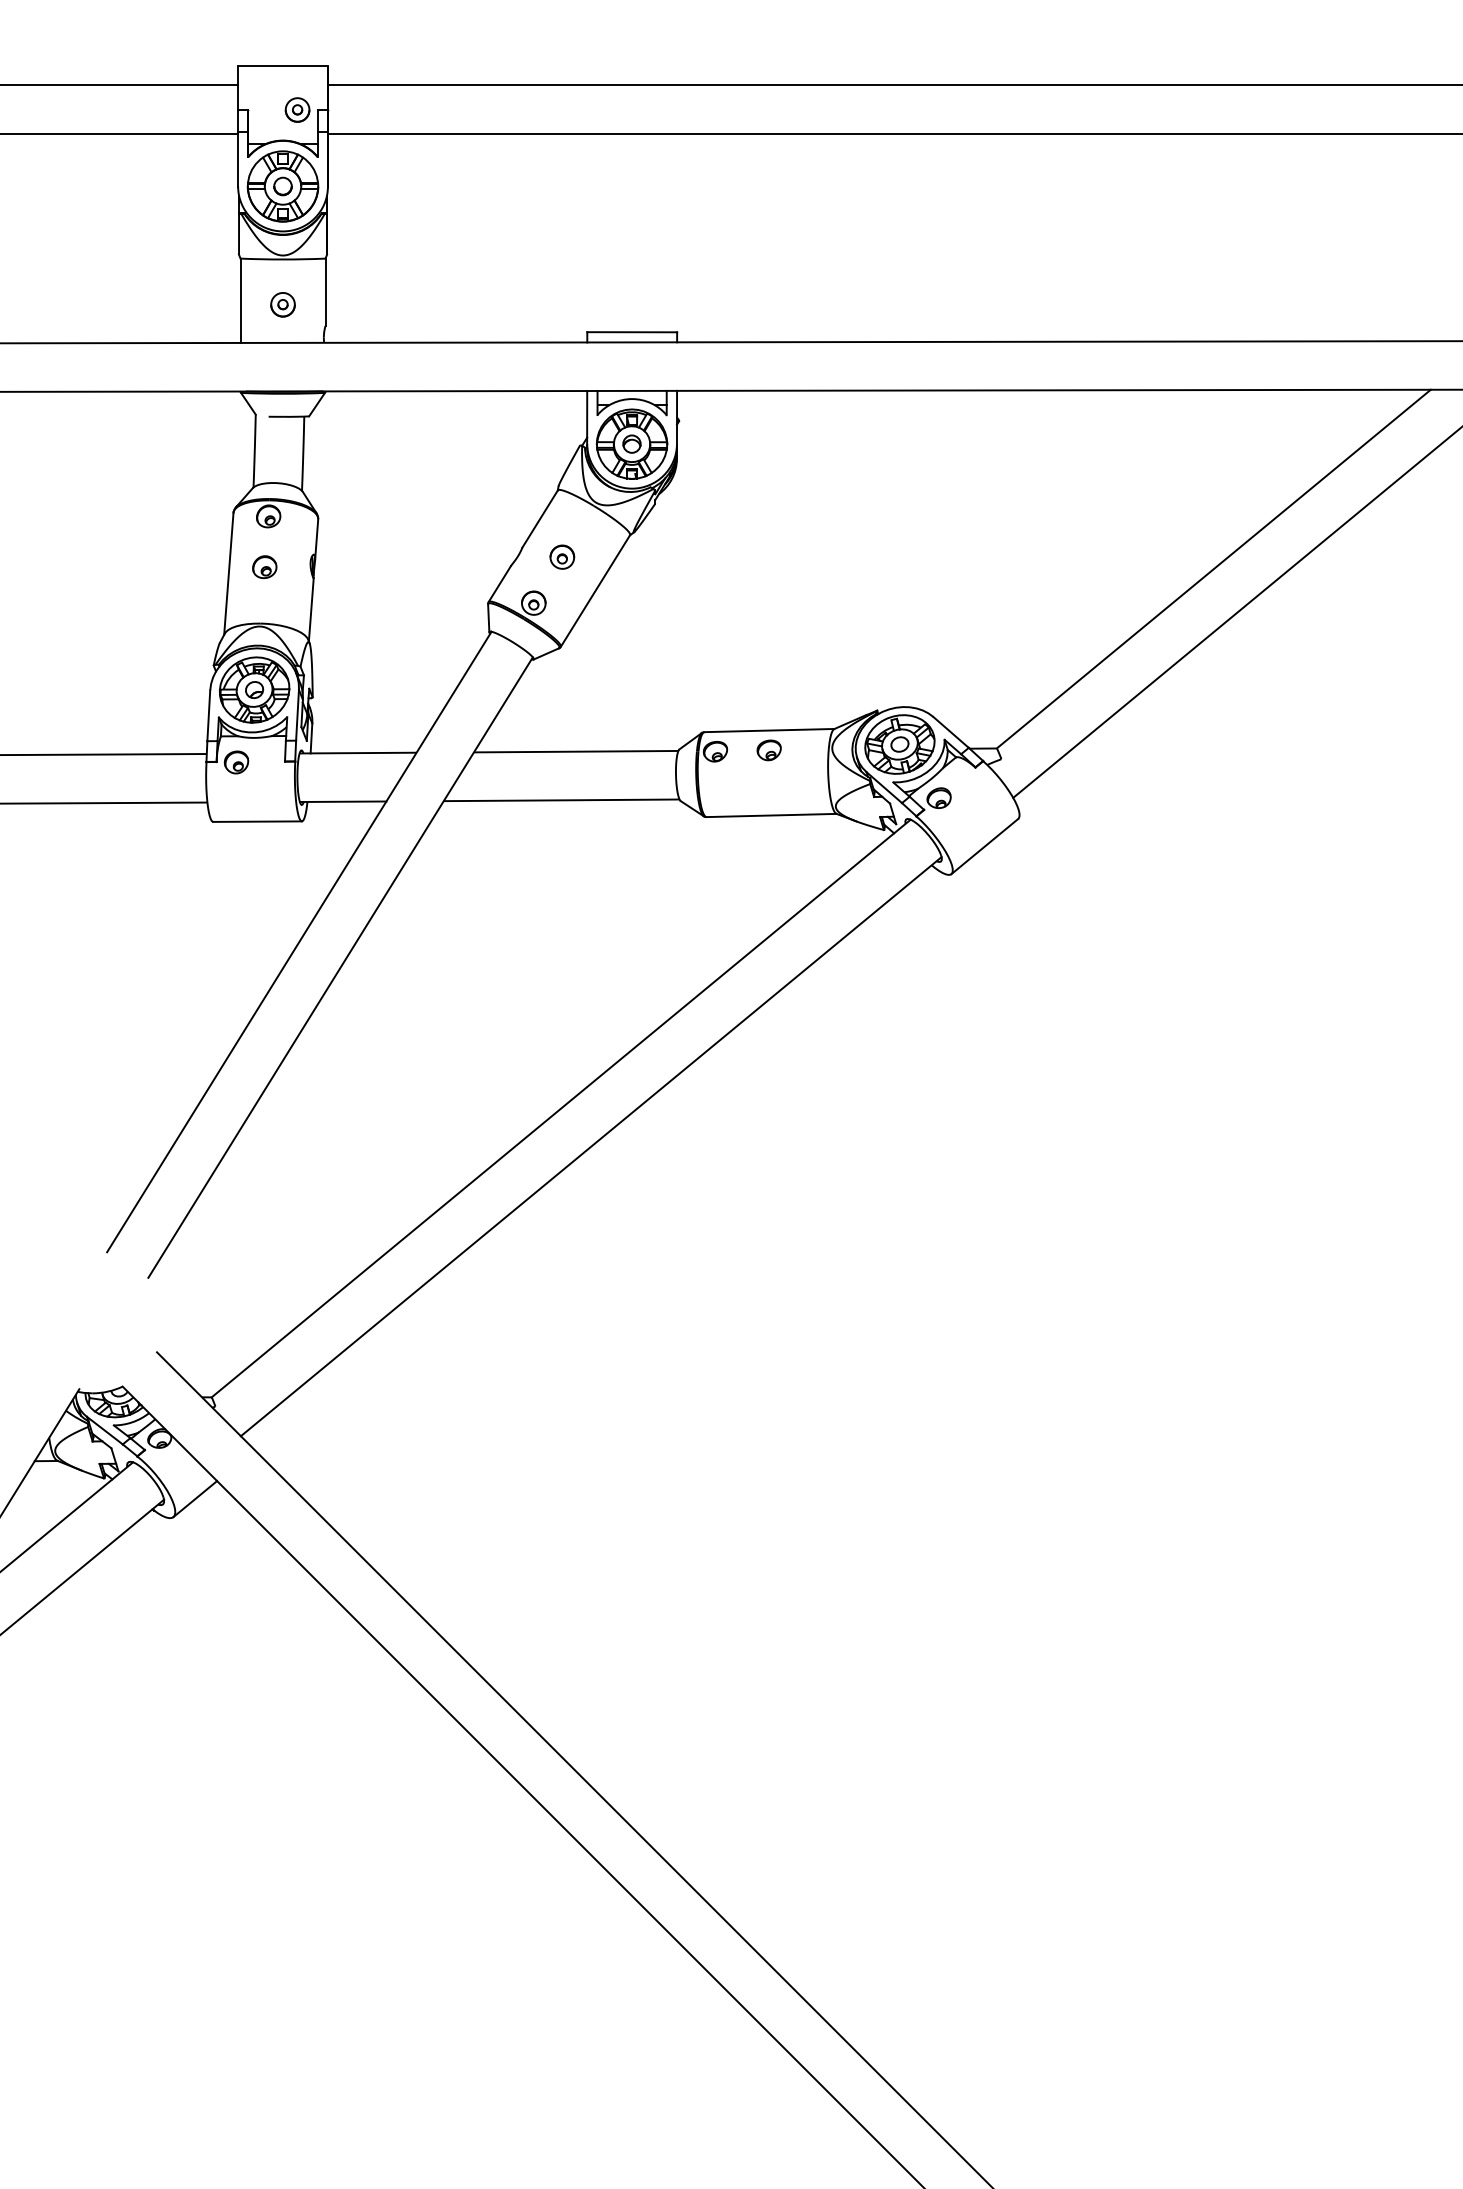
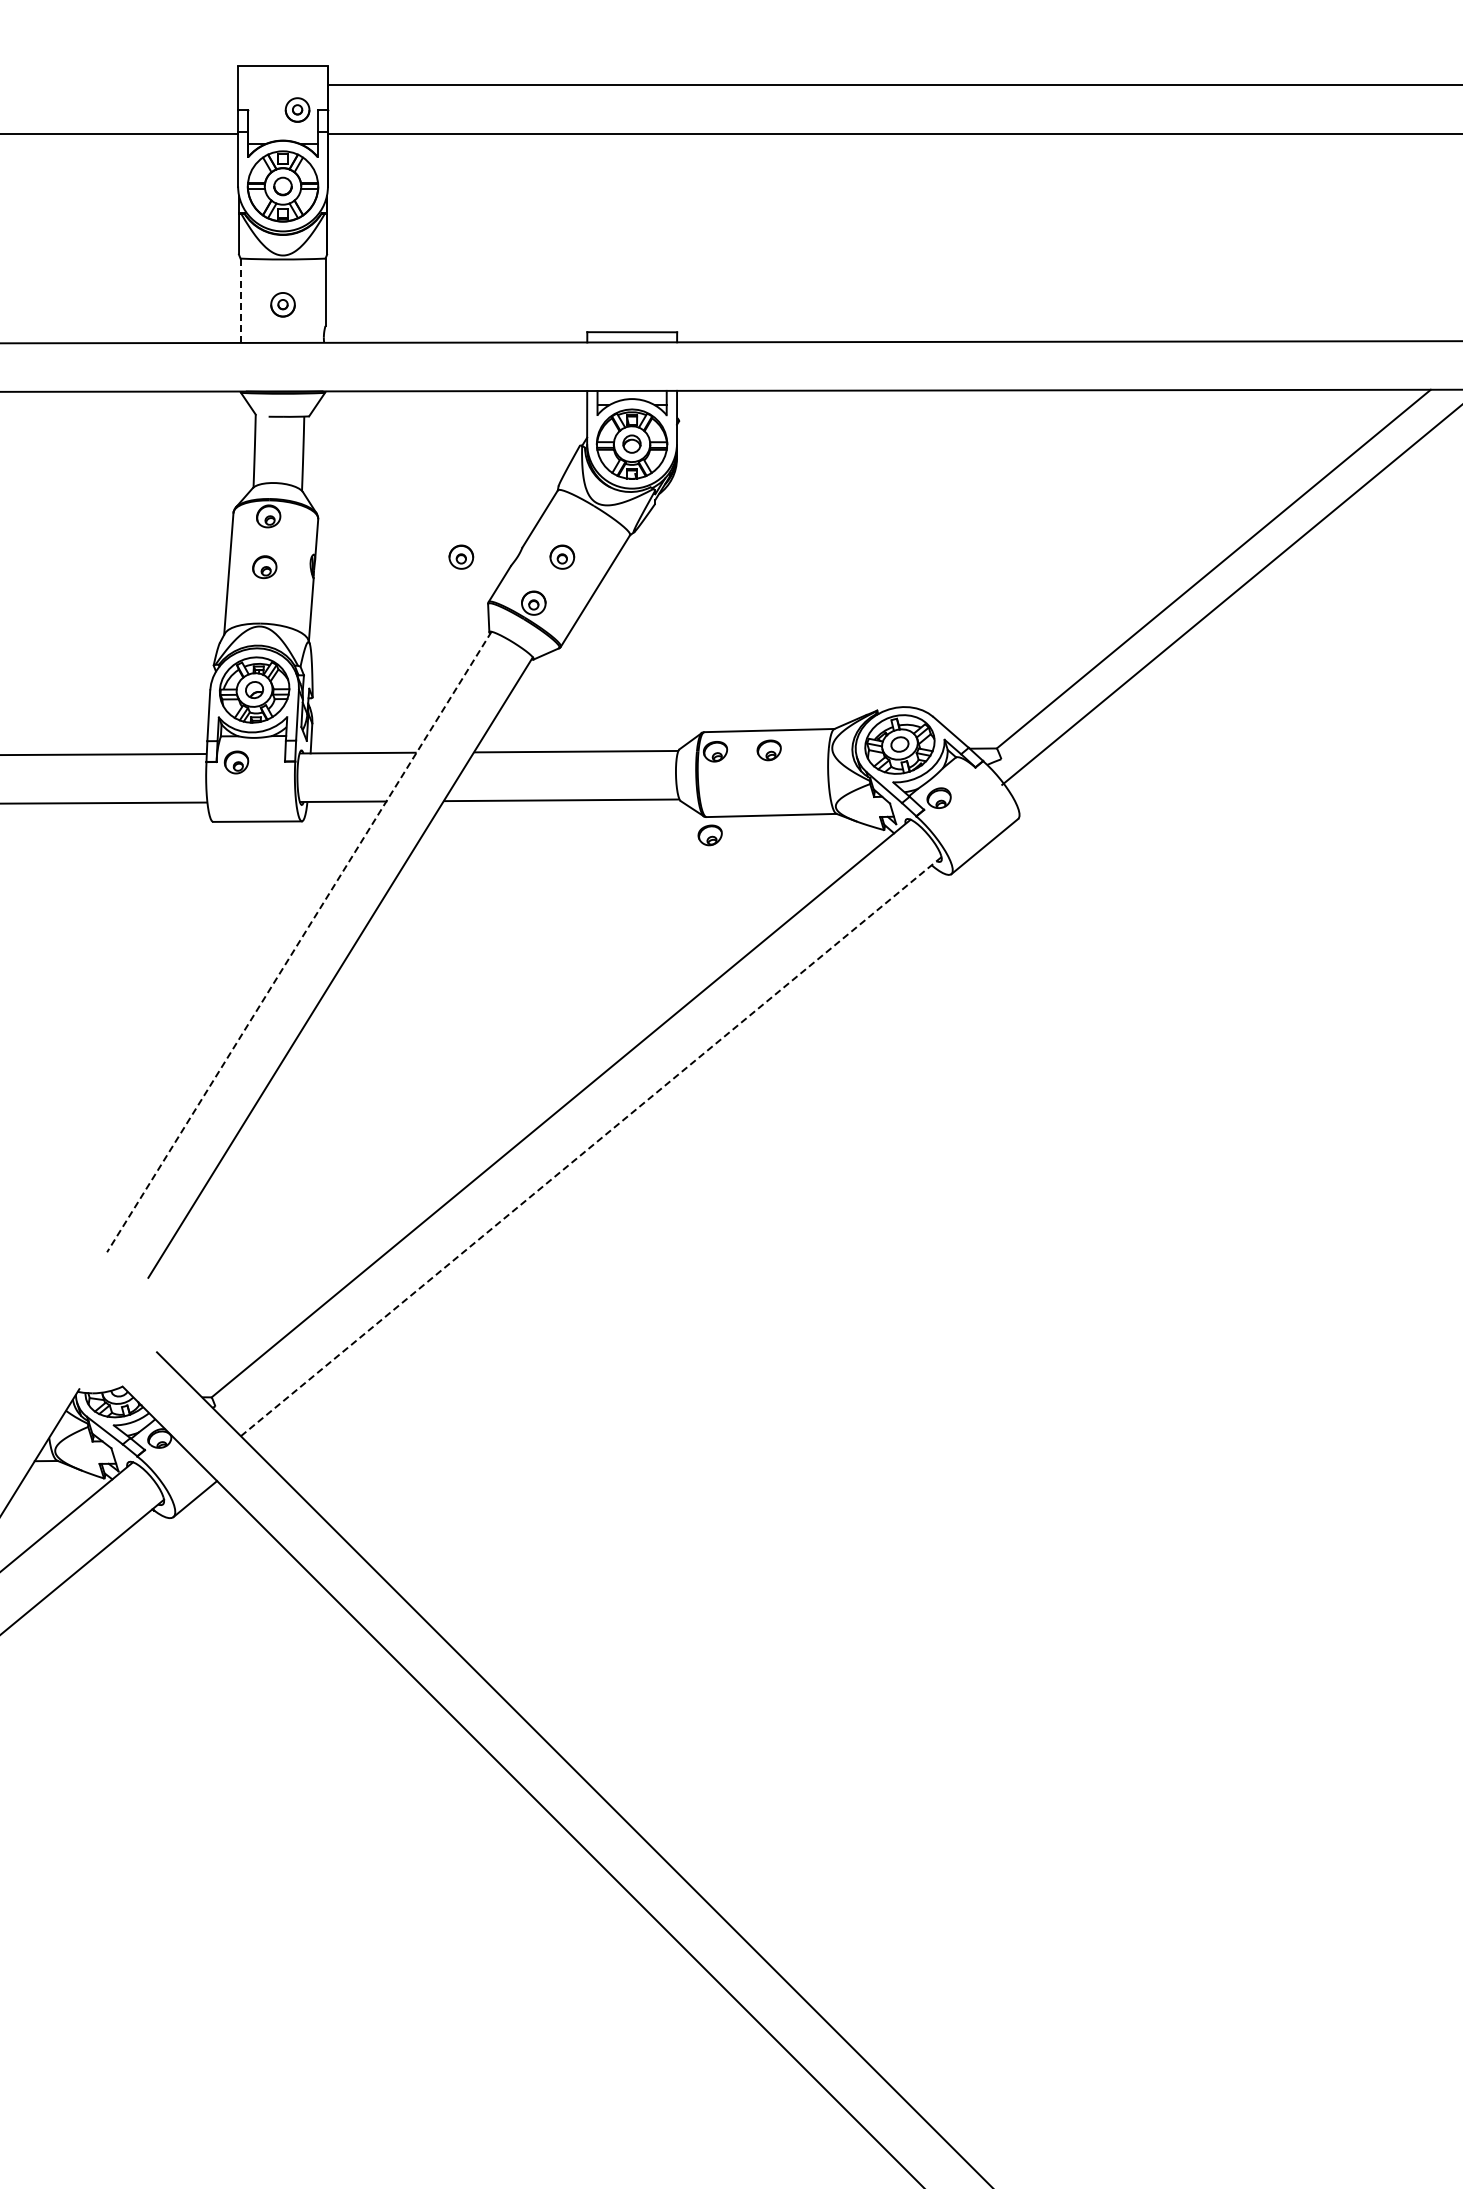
line at (120, 85): present -> none
line at (240, 301): solid -> dashed
part at (461, 556): none -> present
line at (1236, 613) position: (1236, 613) -> (1230, 595)
part at (709, 835): none -> present
line at (299, 942): solid -> dashed
line at (591, 1146): solid -> dashed
